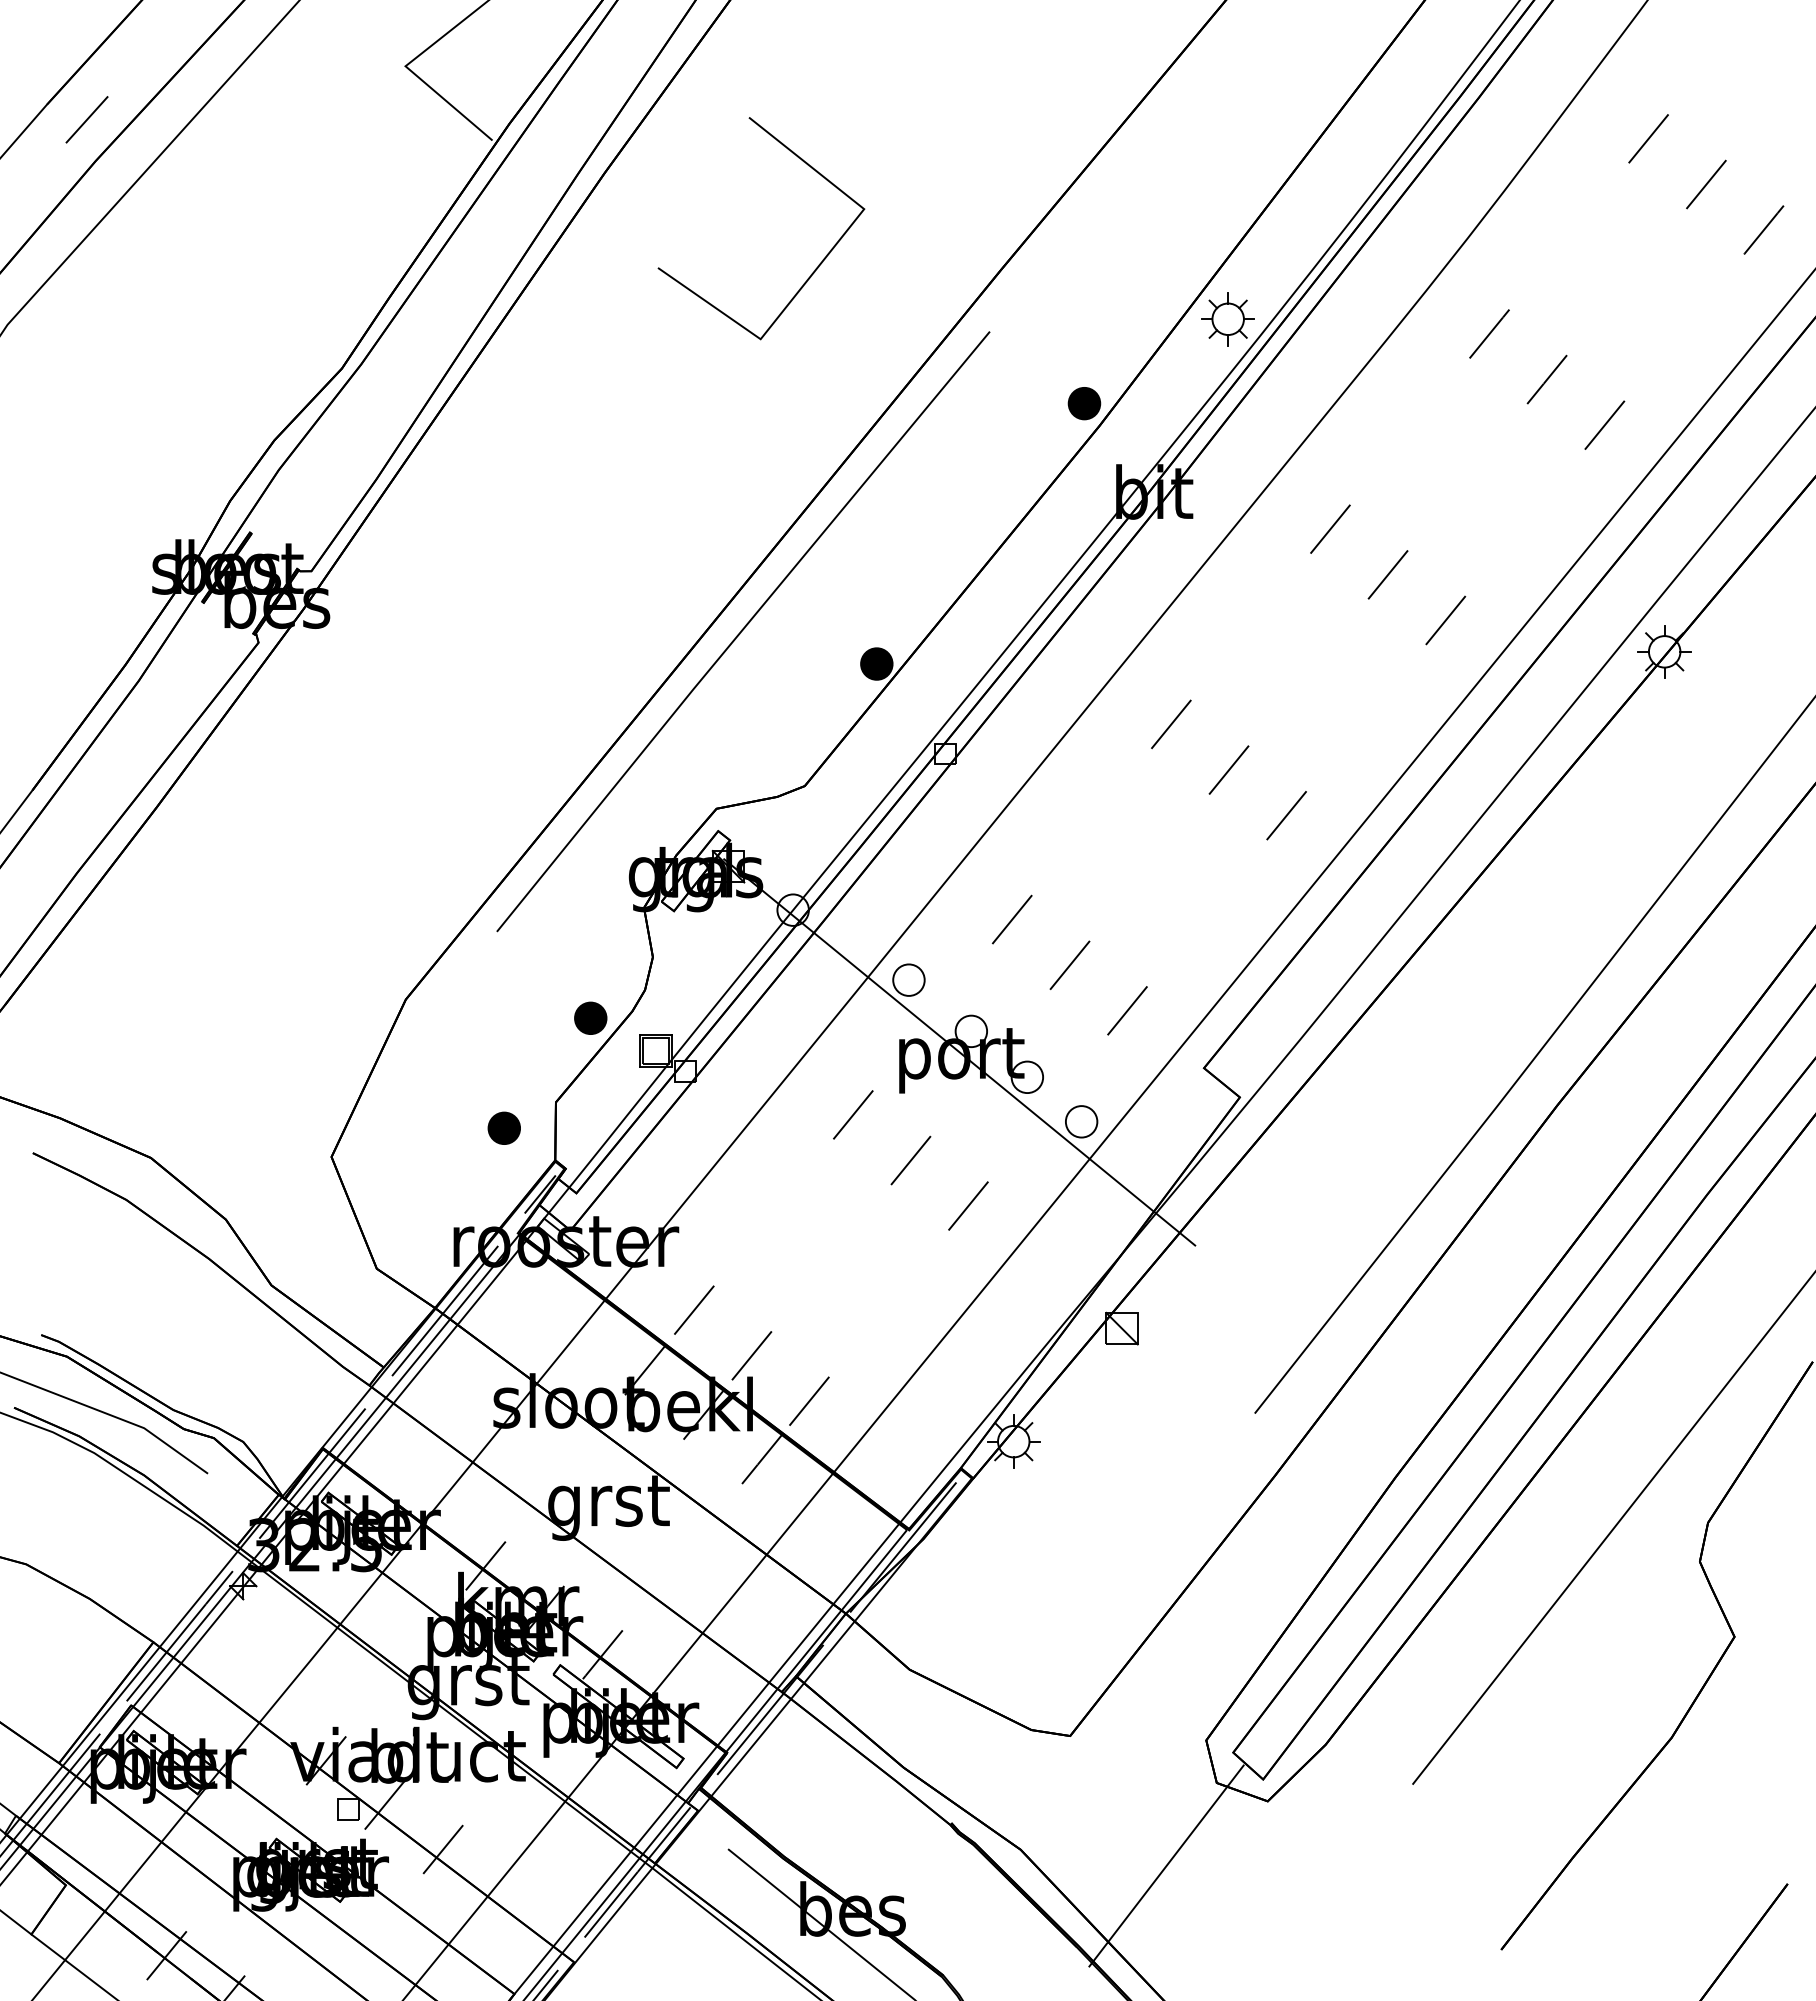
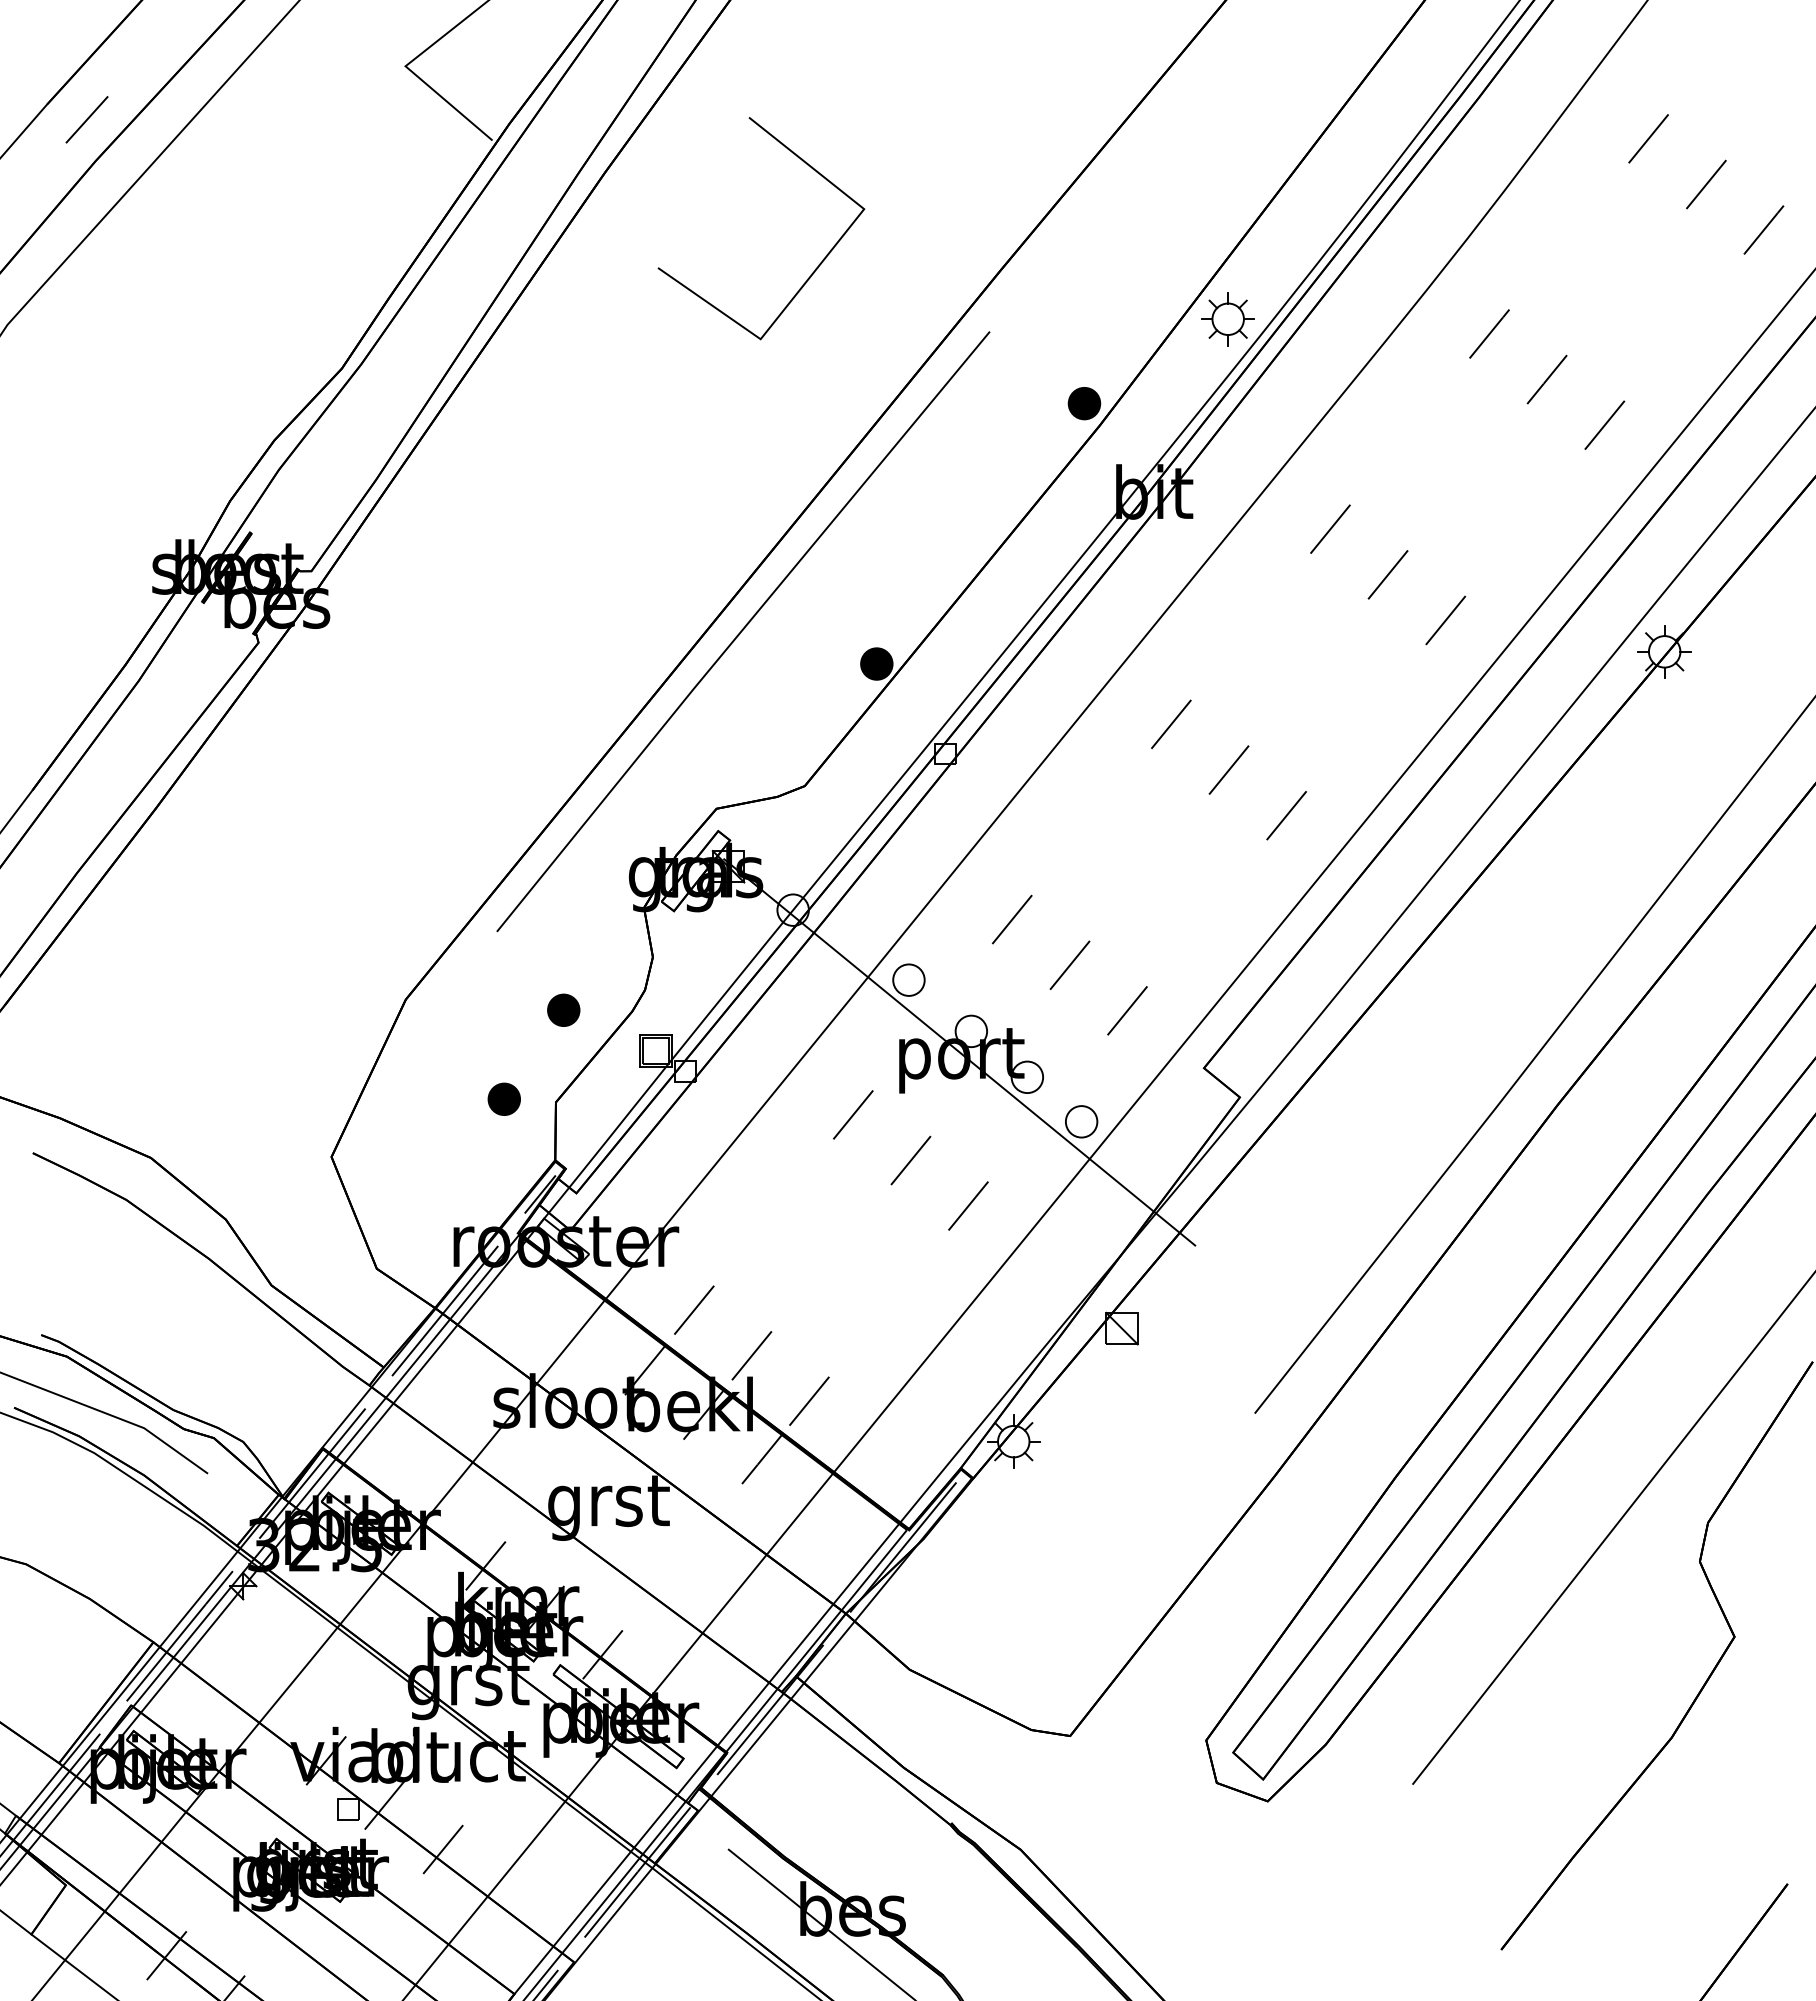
part at (590, 1017) position: (590, 1017) -> (563, 1009)
part at (503, 1127) position: (503, 1127) -> (503, 1098)
line at (1166, 1865): present -> none
